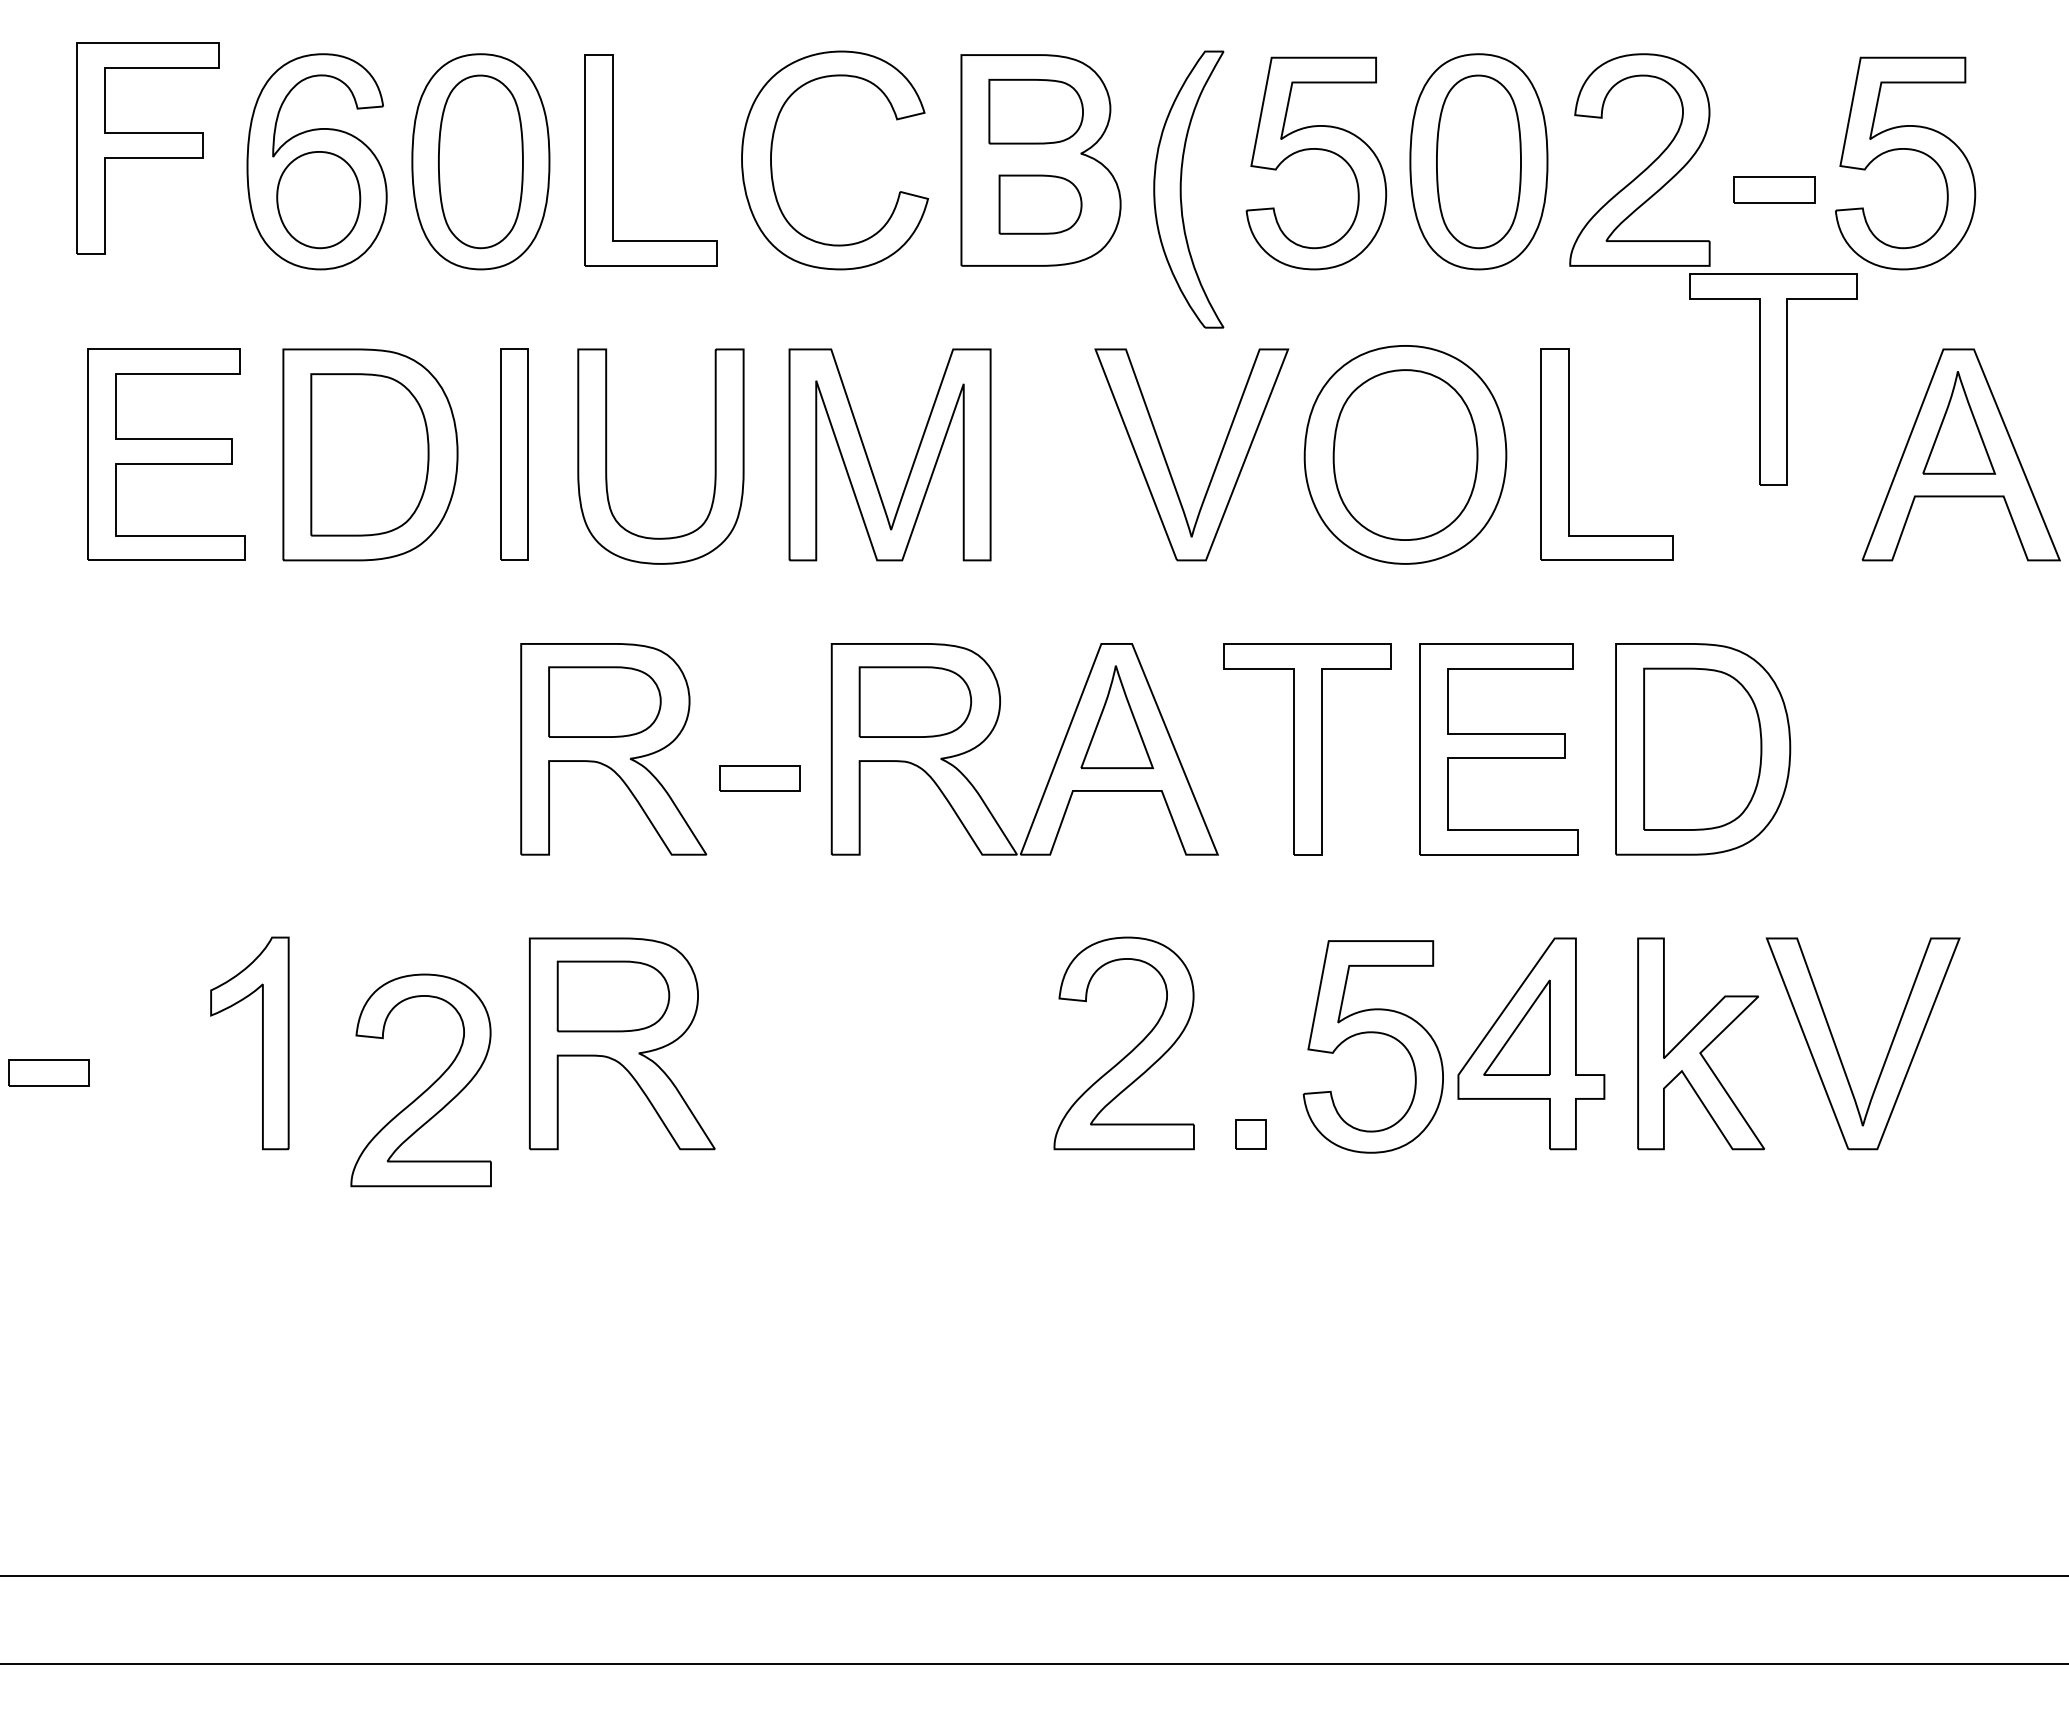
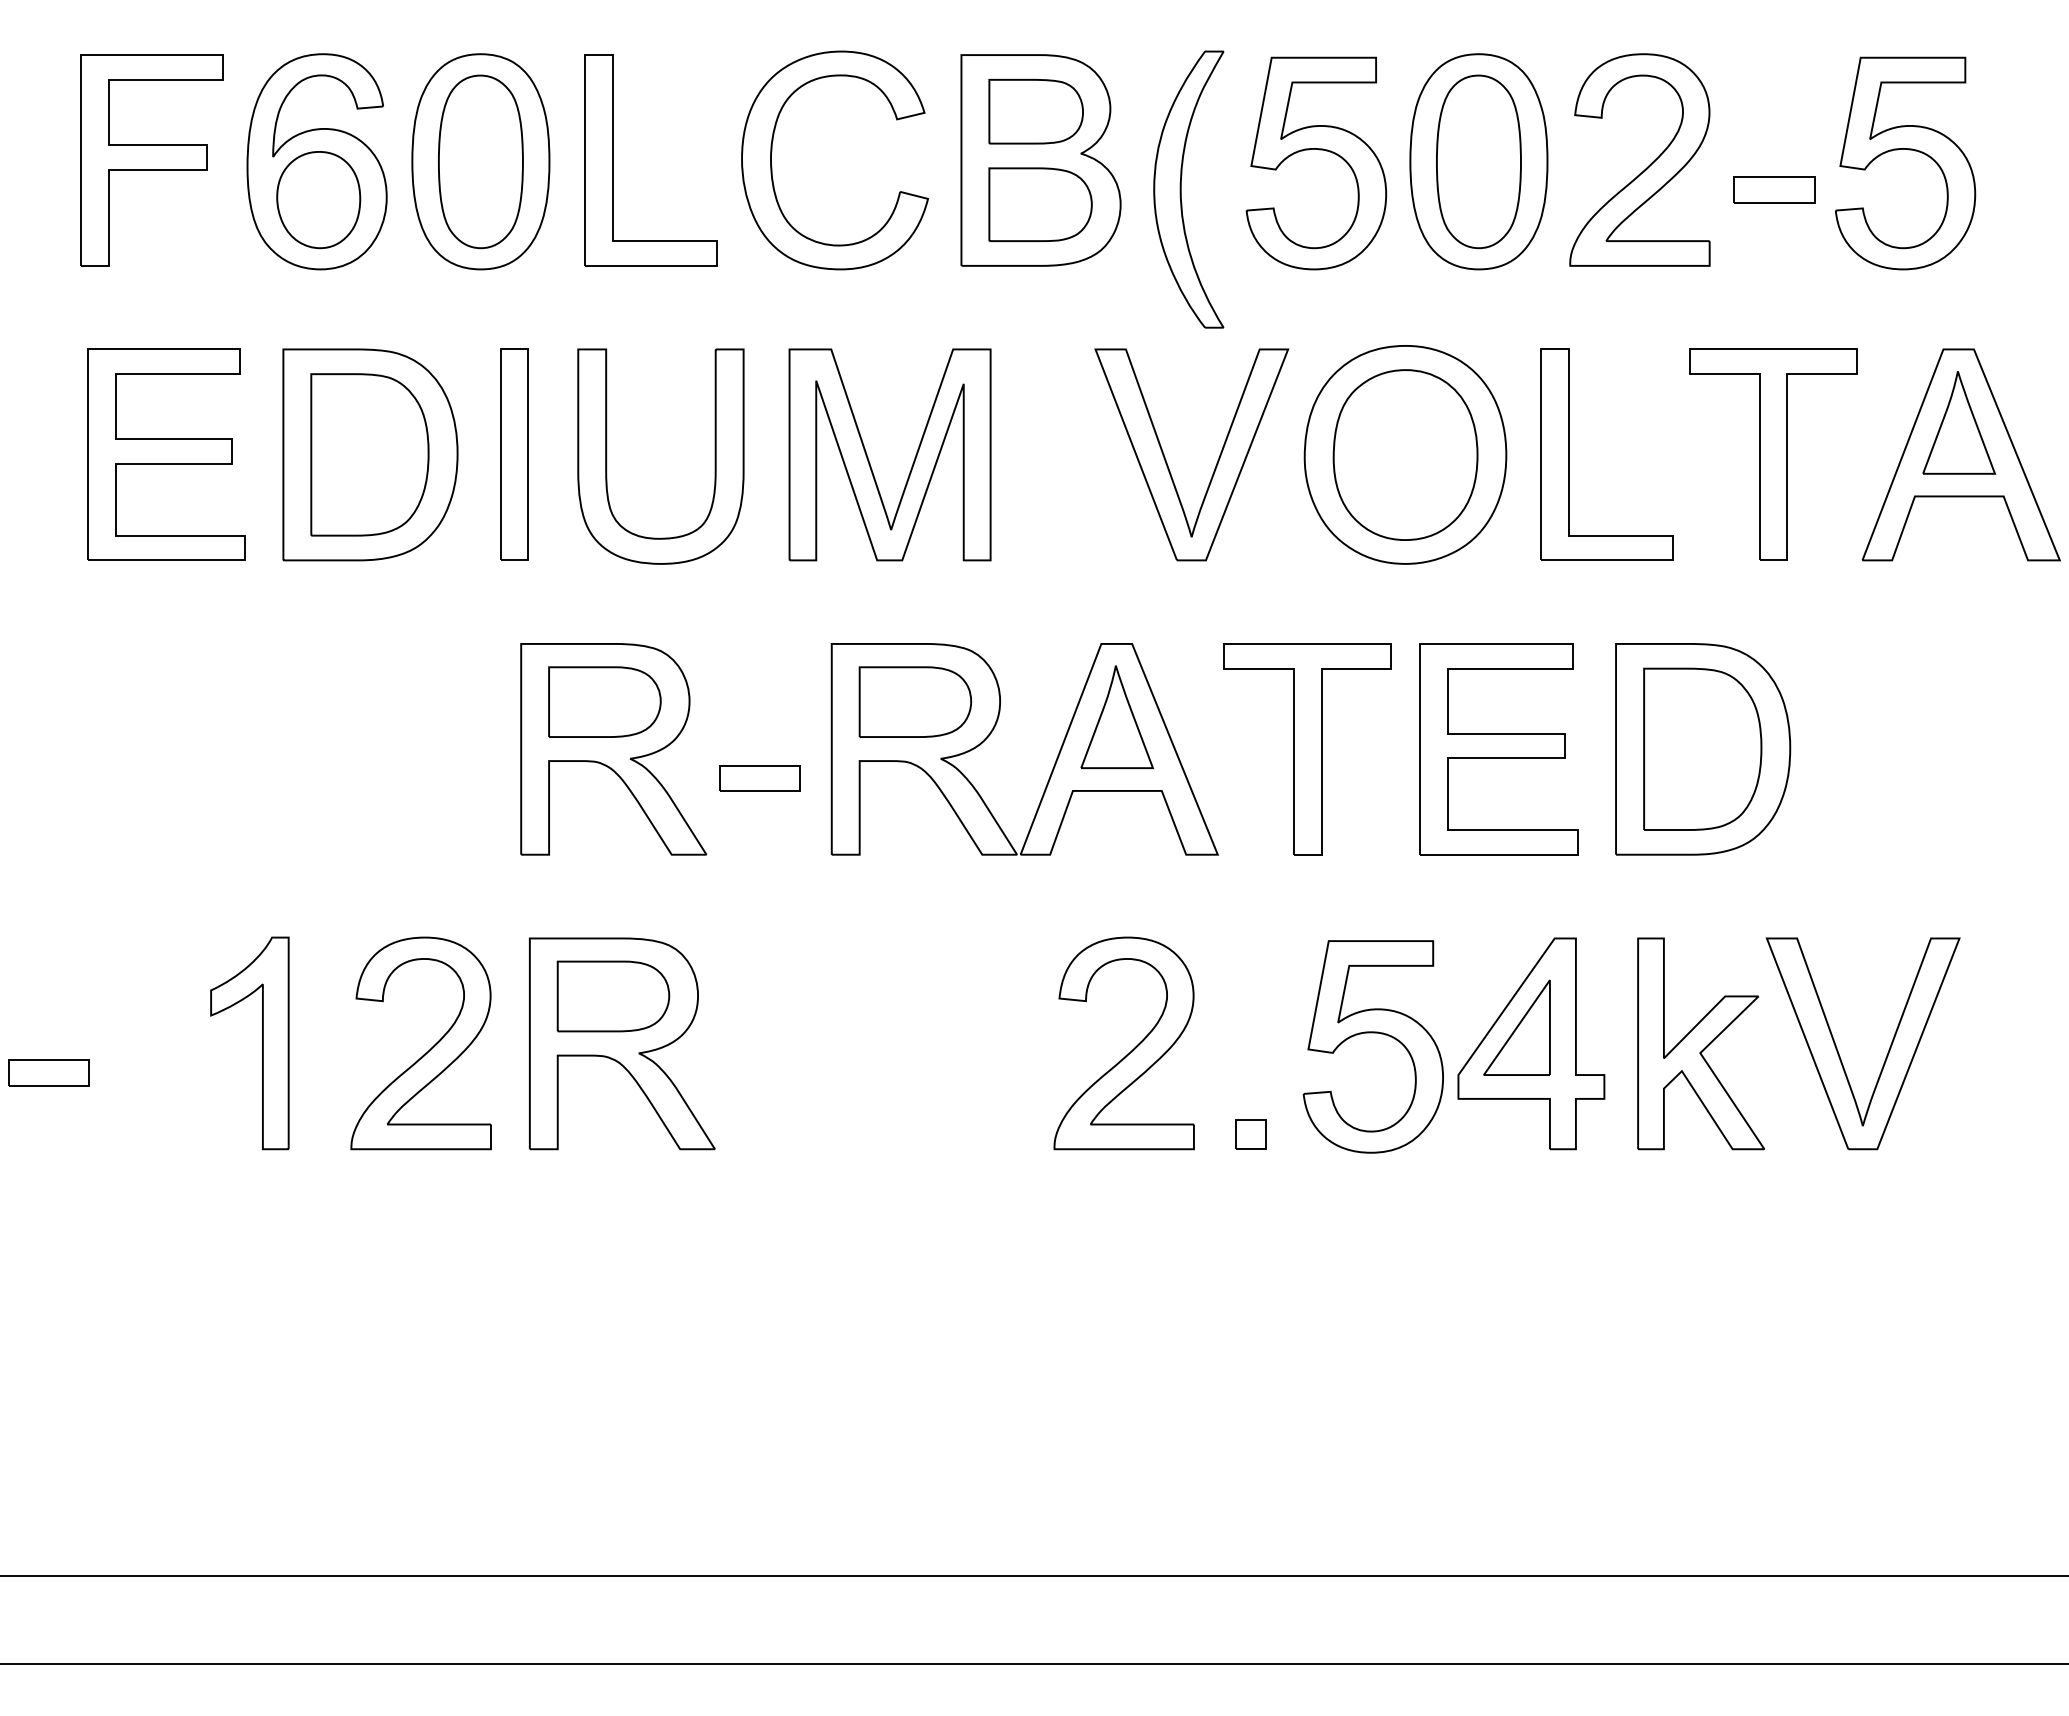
part at (147, 148) position: (147, 148) -> (151, 160)
part at (1040, 204) size: 85x61 px -> 105x75 px
part at (1773, 379) position: (1773, 379) -> (1773, 454)
part at (425, 1089) position: (425, 1089) -> (425, 1052)
